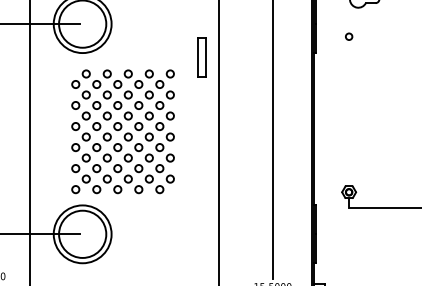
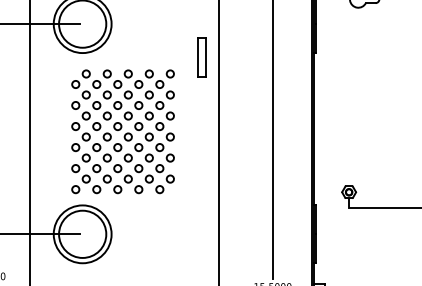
circle at (349, 36): present -> none
